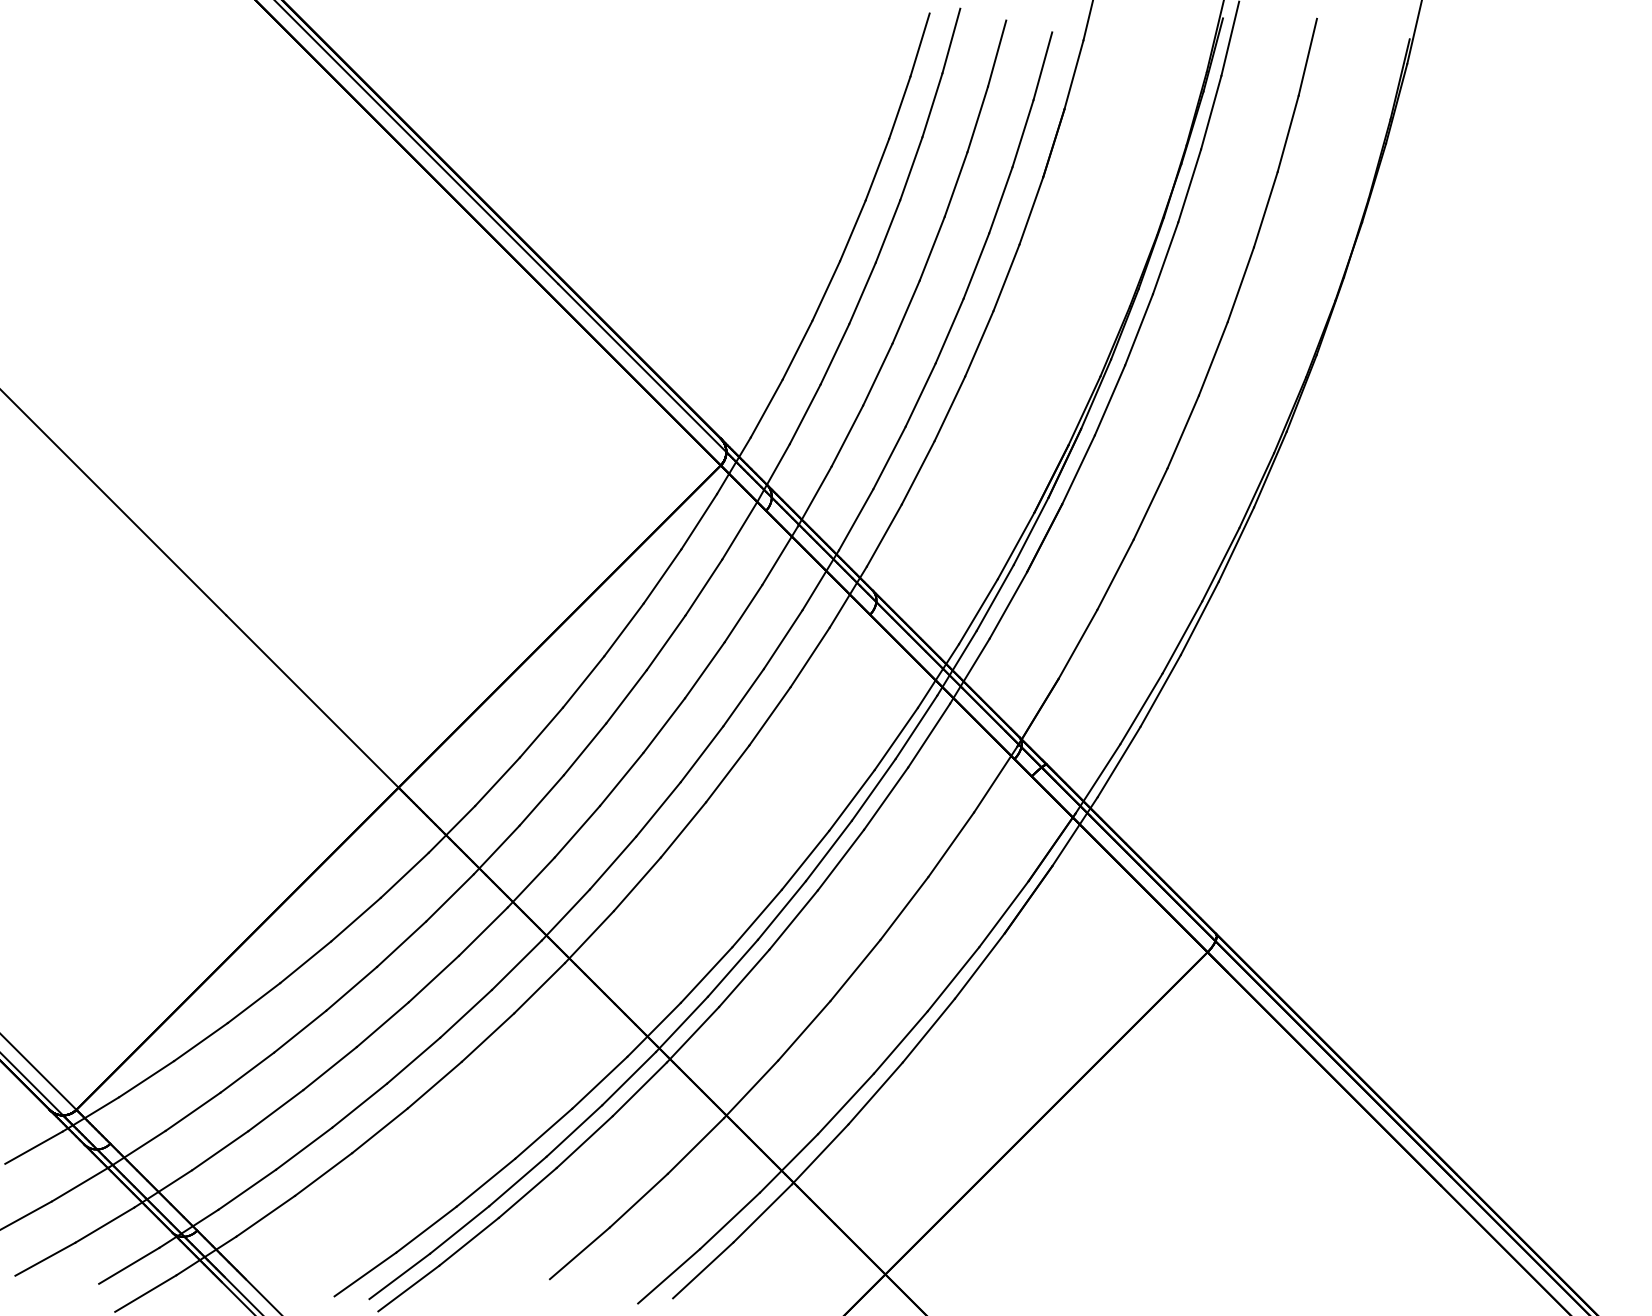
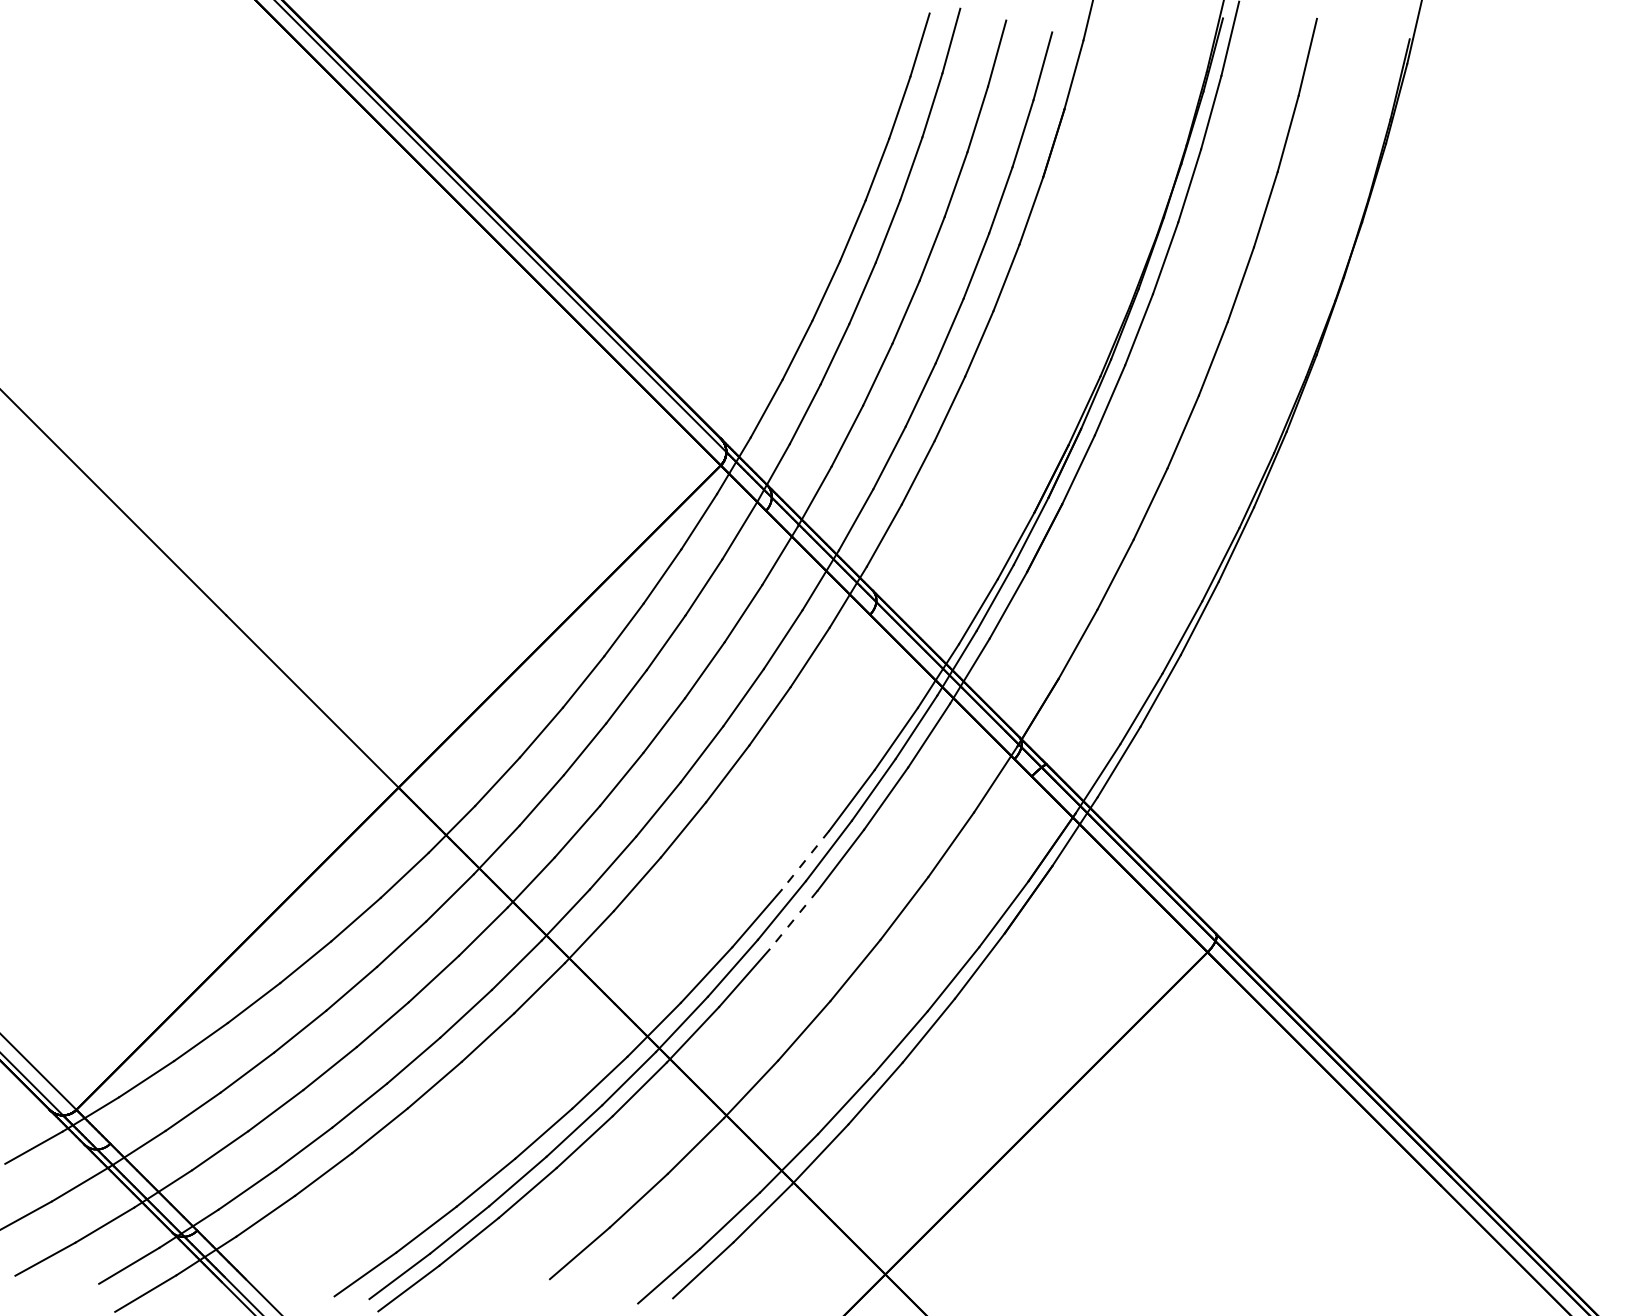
line at (805, 860): solid -> dashed
line at (793, 920): solid -> dashed
